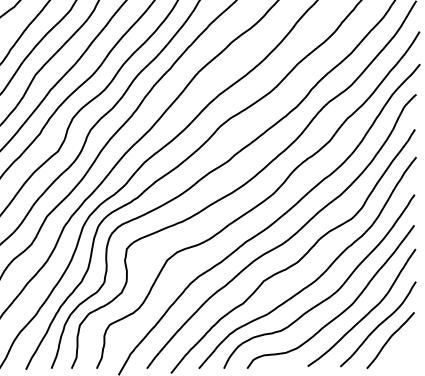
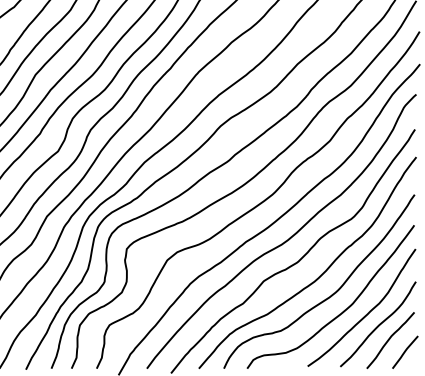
curve at (405, 351): none -> present
